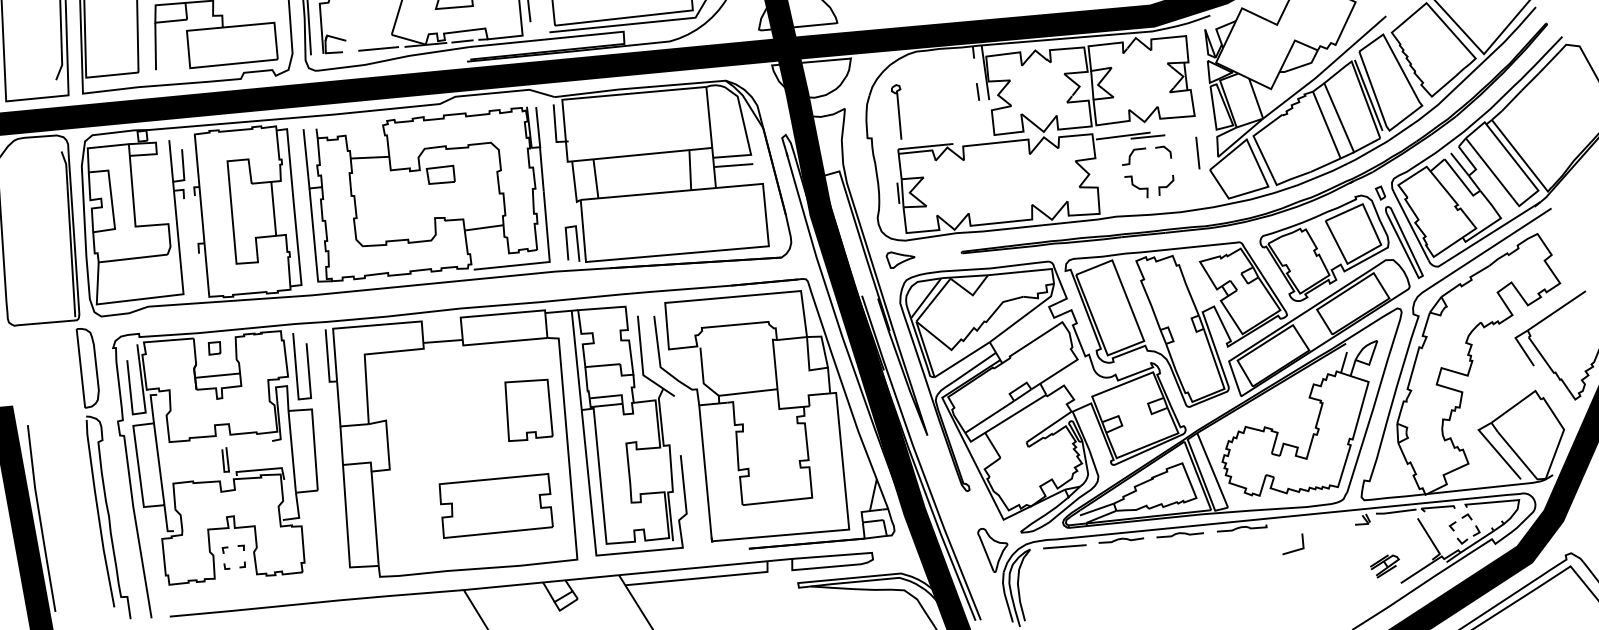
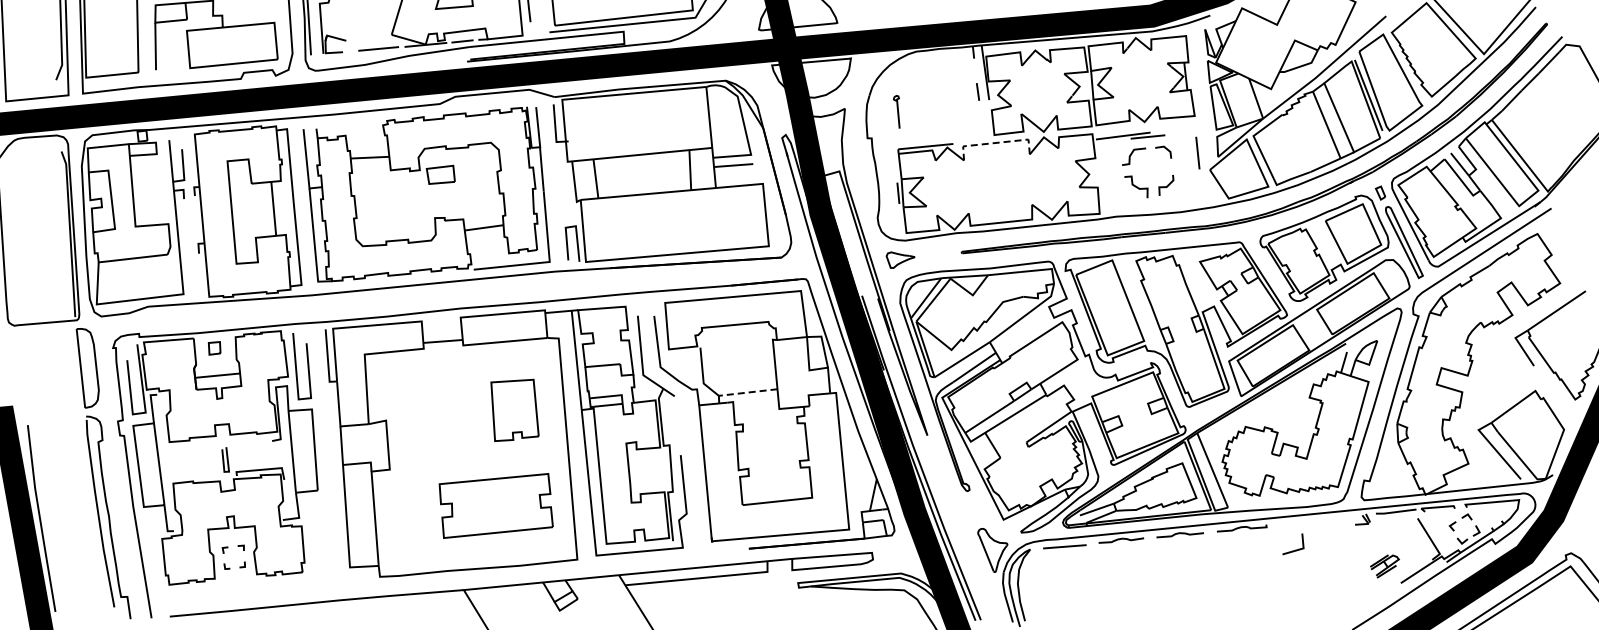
part at (896, 111) size: 12x56 px -> 8x34 px
line at (995, 142): solid -> dashed
line at (747, 392): solid -> dashed
part at (528, 409) position: (528, 409) -> (514, 409)
